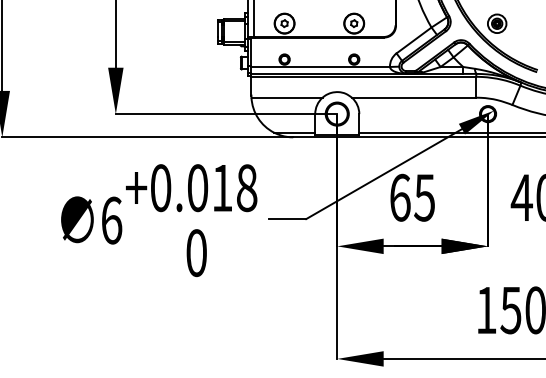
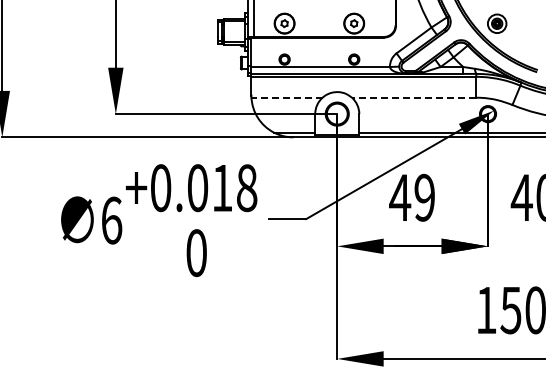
line at (287, 97): solid -> dashed
line at (413, 97): solid -> dashed
text at (411, 197): 65 -> 49
